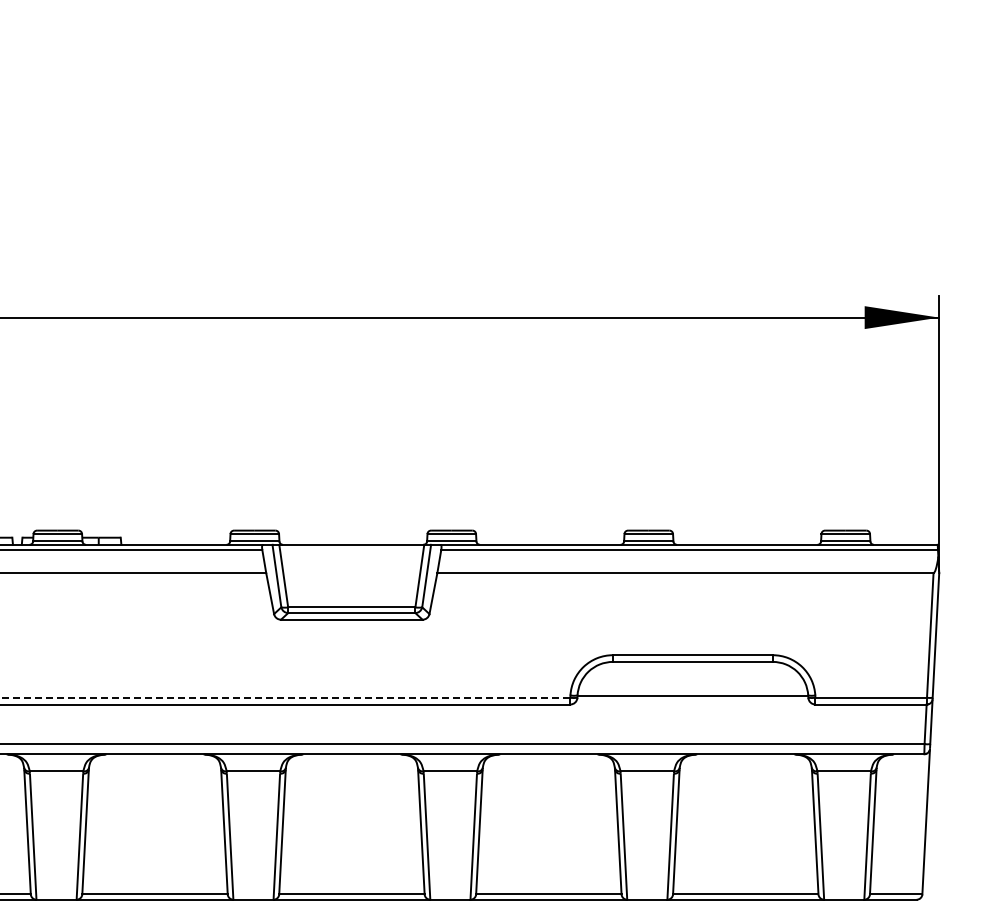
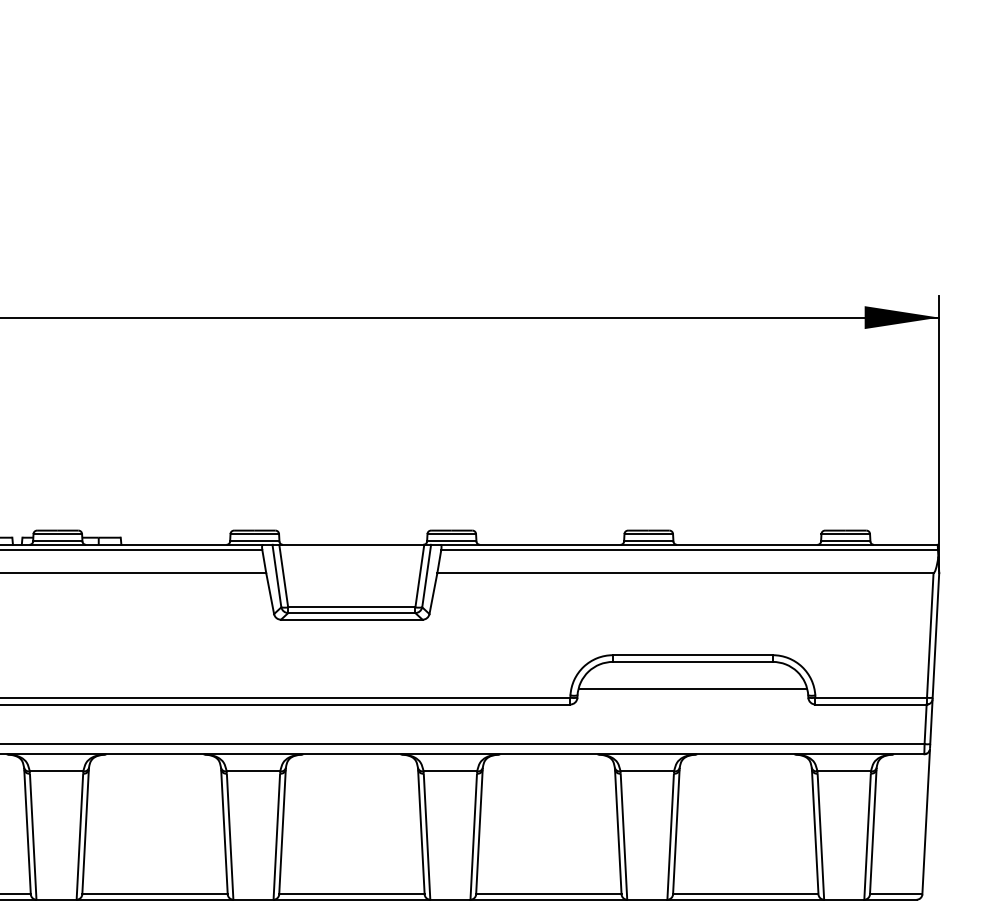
line at (692, 695) position: (692, 695) -> (692, 688)
line at (285, 697): dashed -> solid
